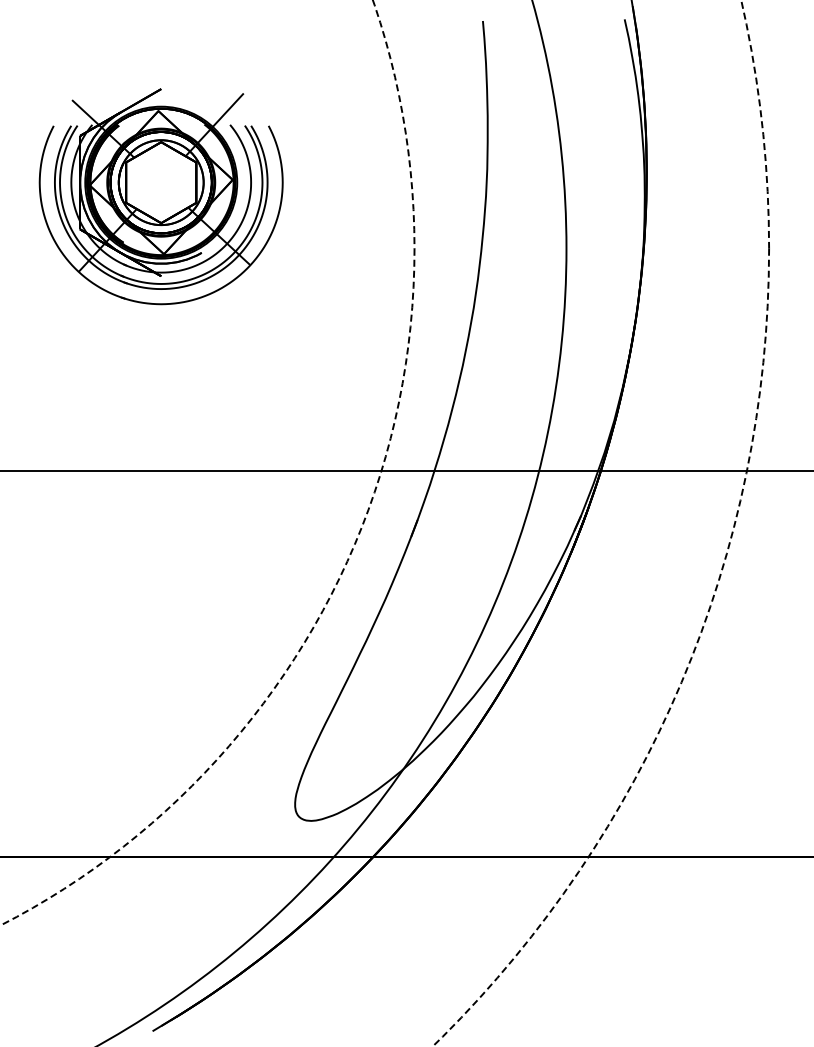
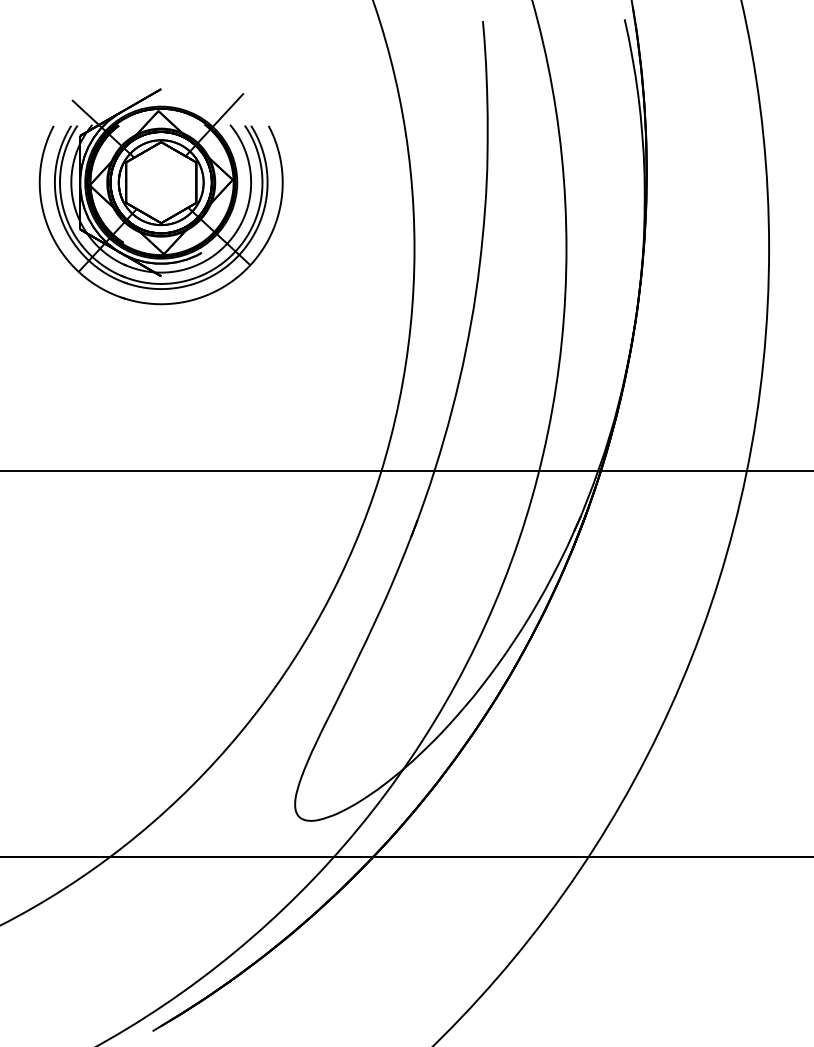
circle at (207, 462): dashed -> solid
circle at (600, 523): dashed -> solid
